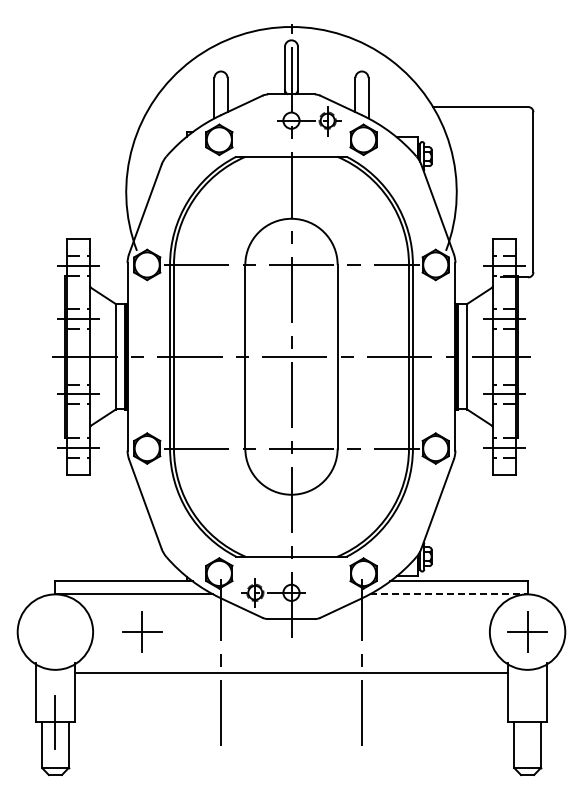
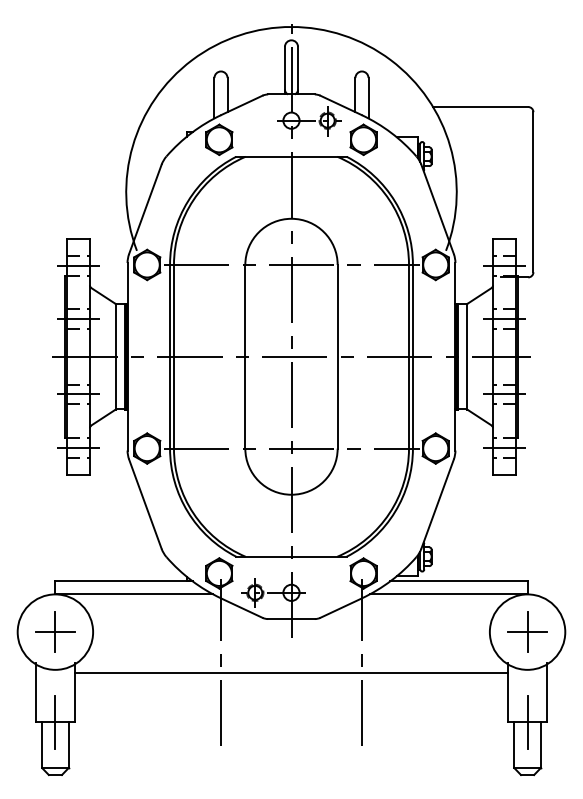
line at (448, 594): dashed -> solid
part at (142, 631) position: (142, 631) -> (55, 631)
line at (527, 722): none -> present
